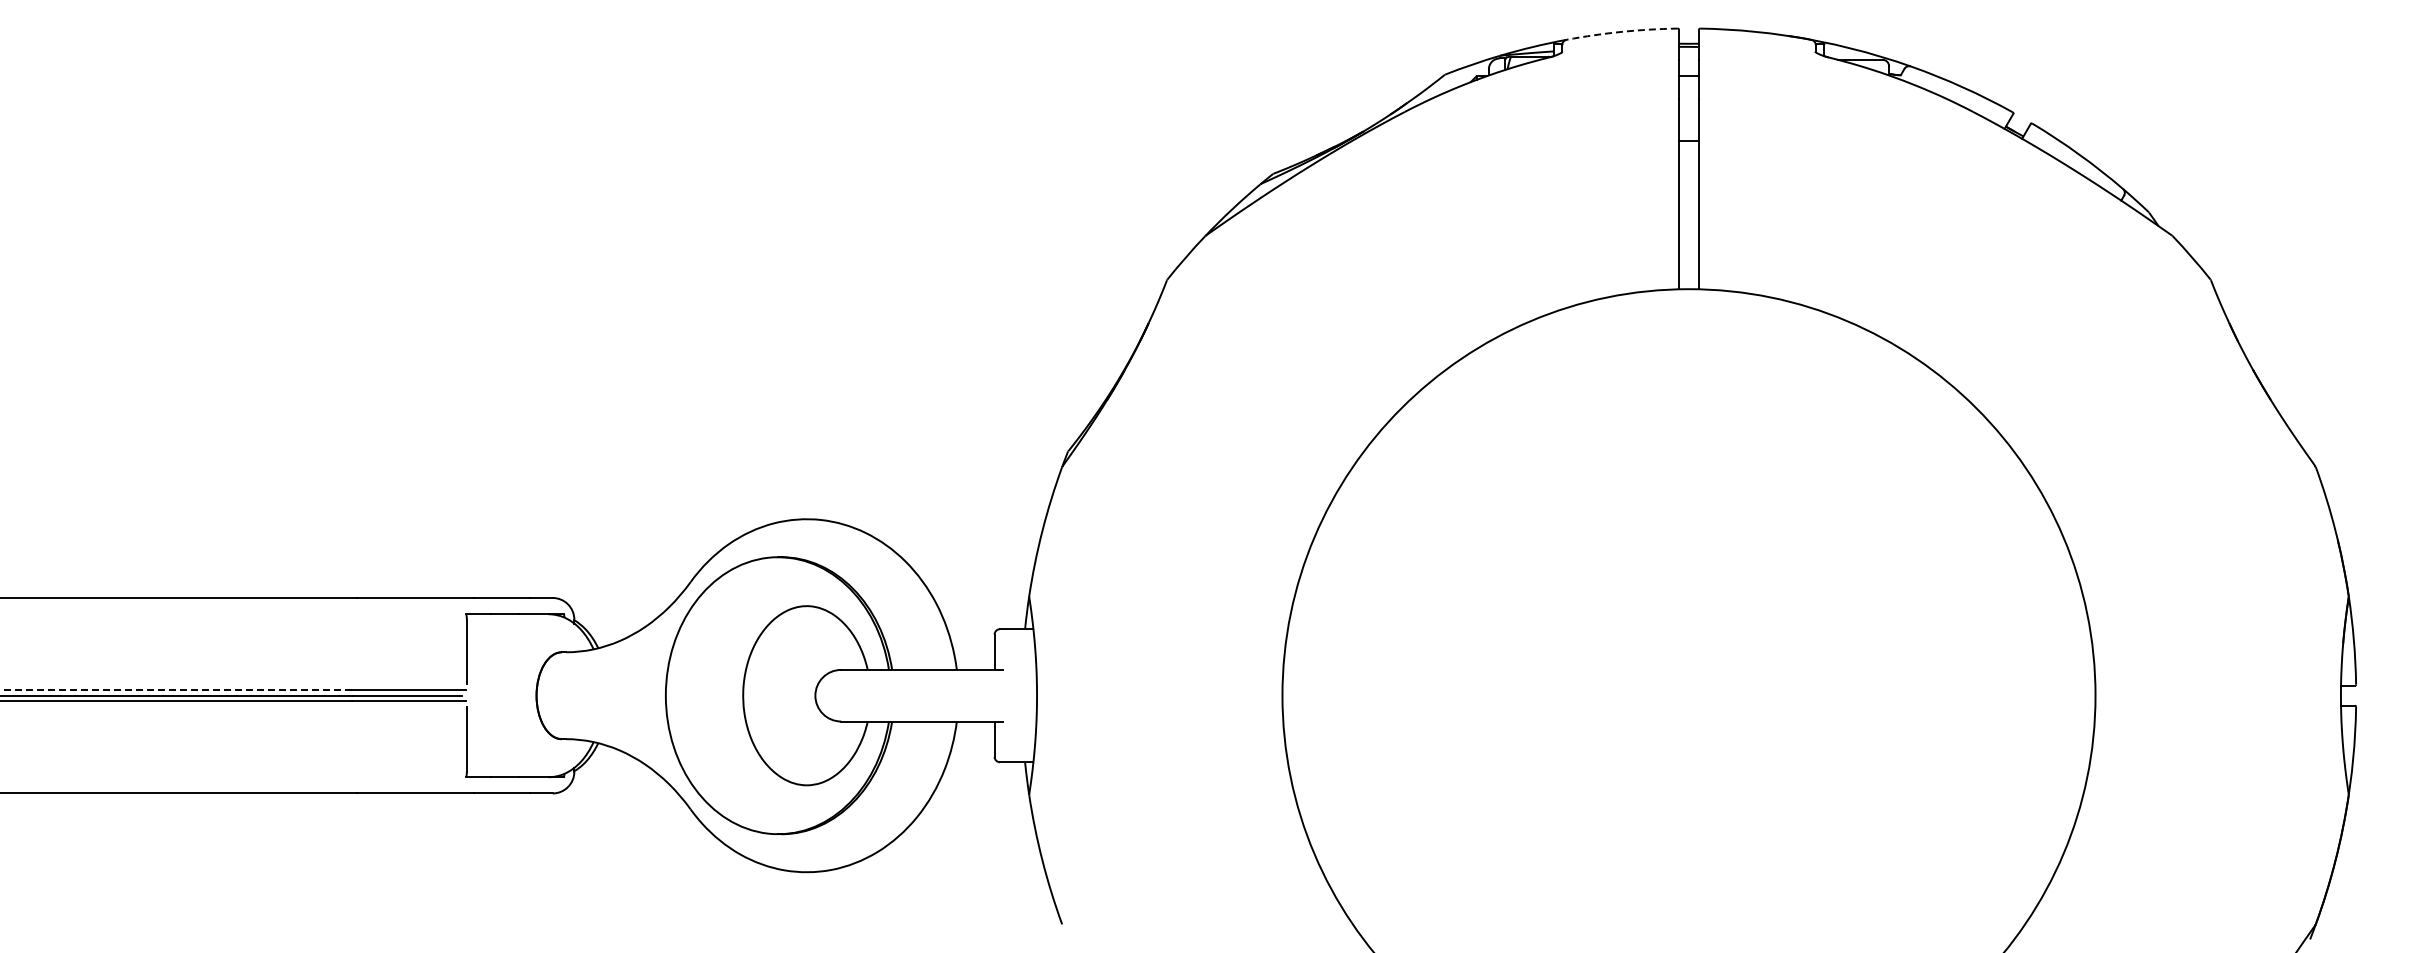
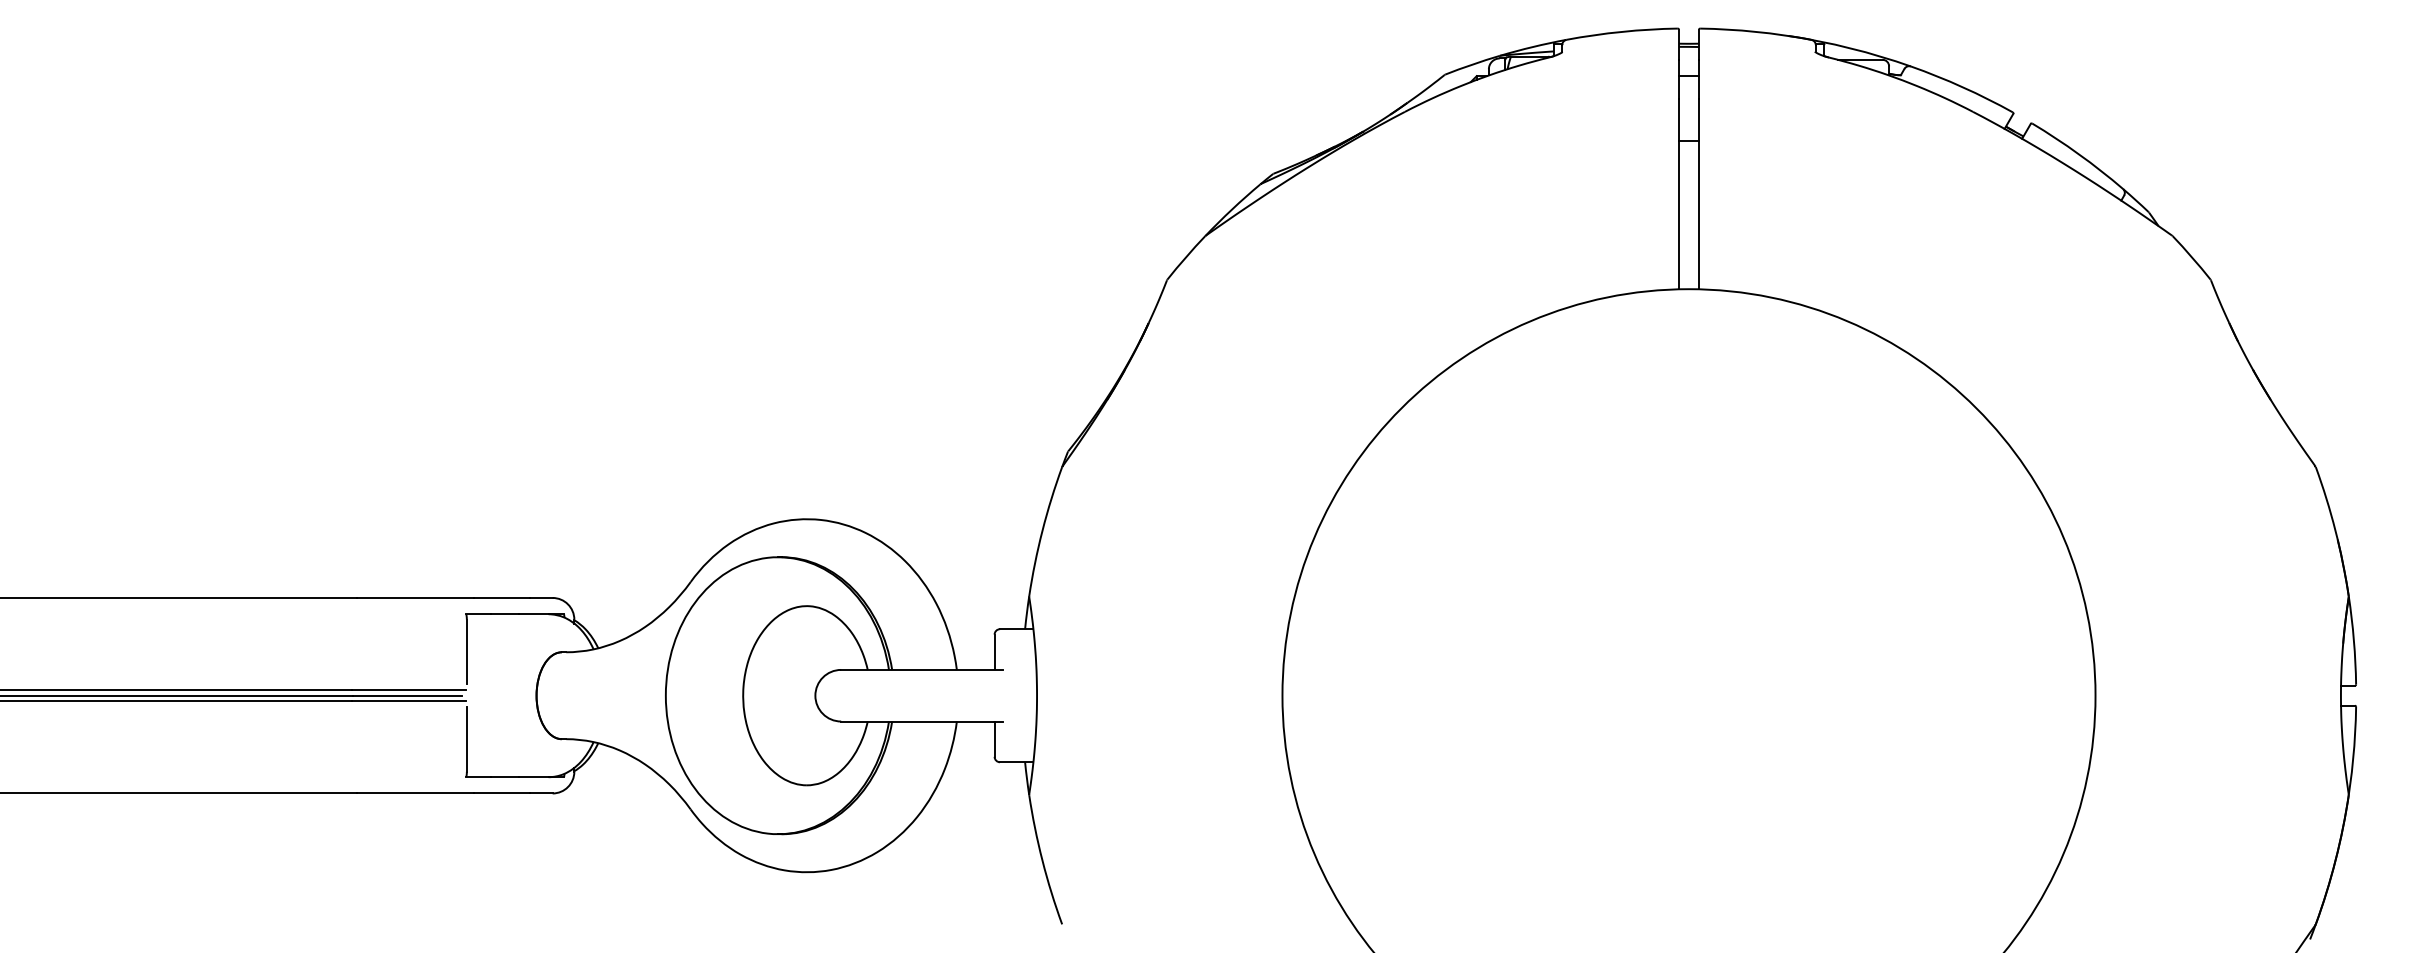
arc at (1621, 31): dashed -> solid
line at (176, 690): dashed -> solid
